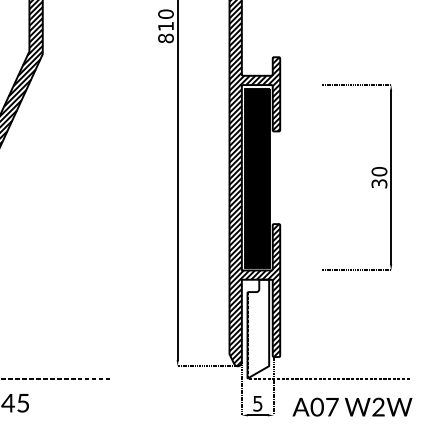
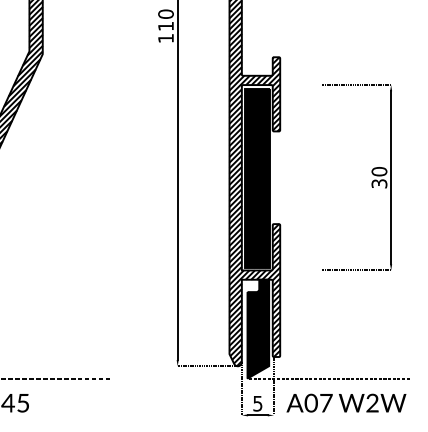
text at (165, 38): 810 -> 110
fill at (258, 328): none -> present
text at (352, 406) position: (352, 406) -> (346, 402)
